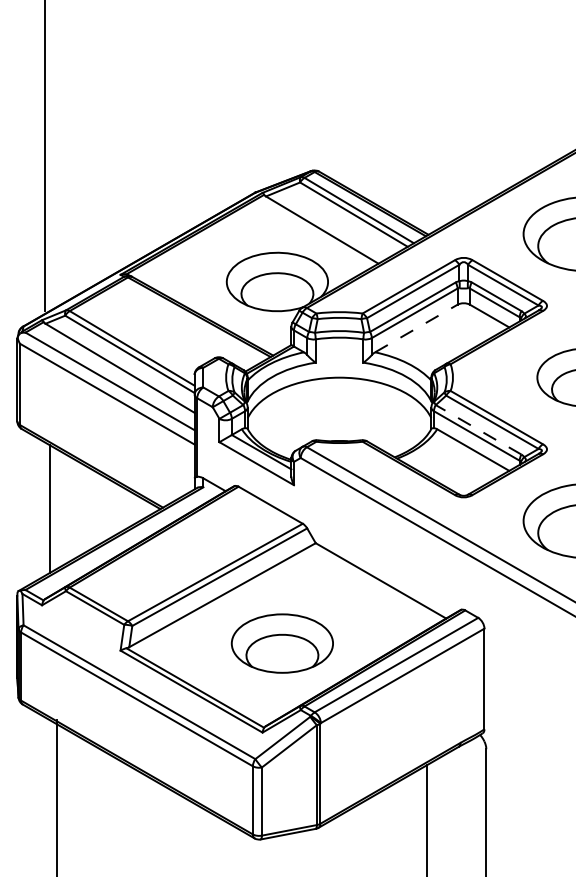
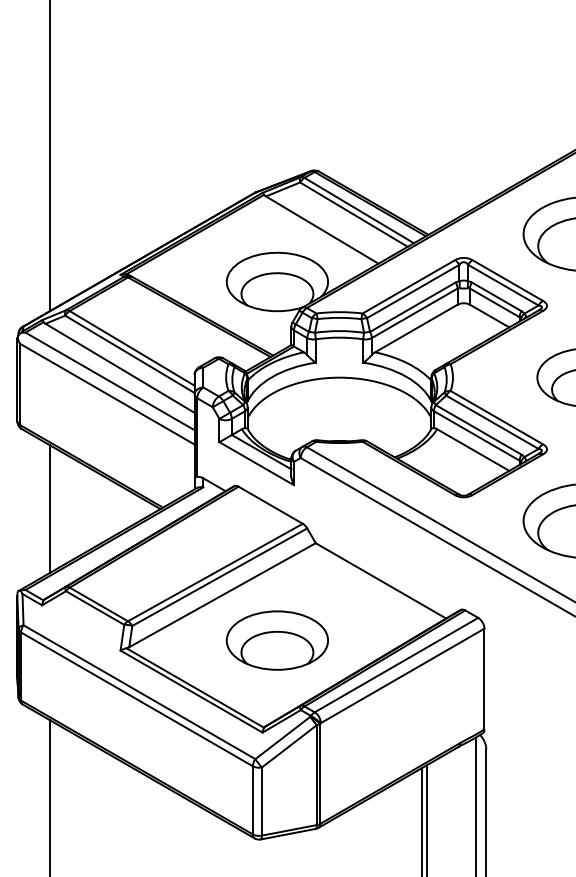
line at (44, 156) position: (44, 156) -> (49, 156)
line at (416, 328): dashed -> solid
line at (478, 429): dashed -> solid
part at (281, 643) position: (281, 643) -> (276, 640)
line at (56, 796) position: (56, 796) -> (49, 796)
line at (475, 805): none -> present
line at (422, 820): none -> present
